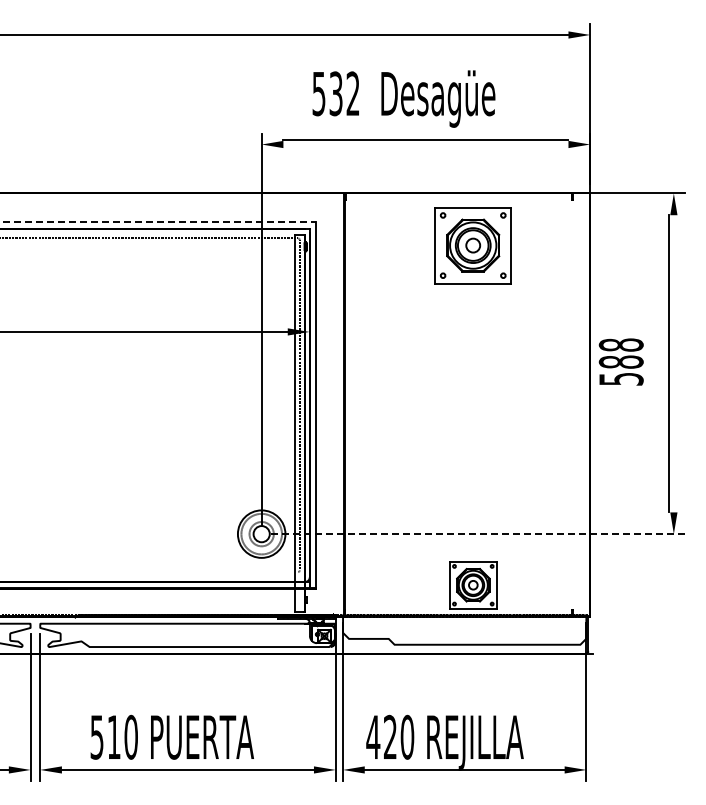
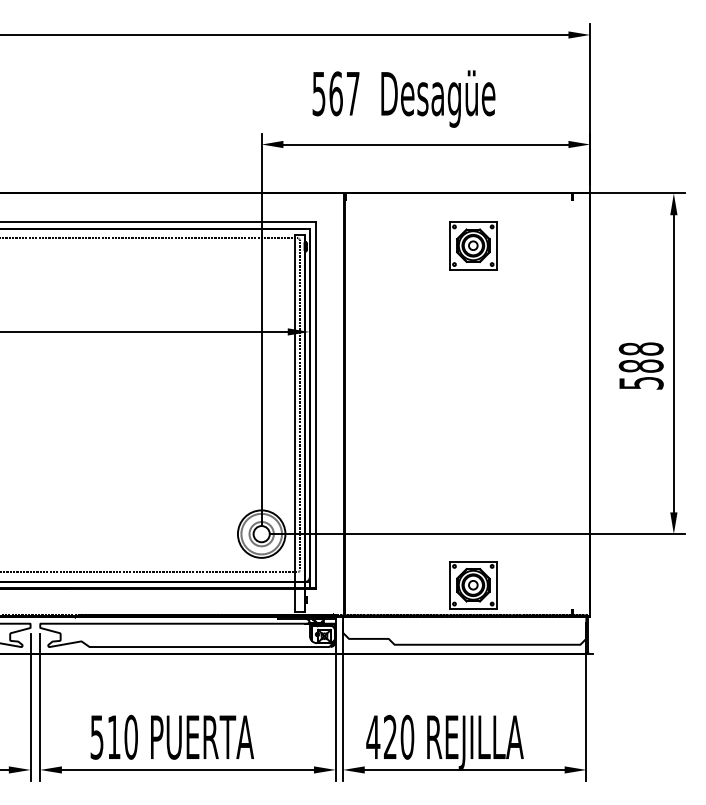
text at (344, 93): 532 -> 567
line at (425, 139) position: (425, 139) -> (425, 144)
line at (158, 222): dashed -> solid
part at (472, 245) size: 78x78 px -> 49x50 px
text at (620, 361) position: (620, 361) -> (640, 365)
line at (668, 363) position: (668, 363) -> (673, 363)
line at (478, 534): dashed -> solid
line at (150, 572): none -> present
